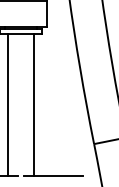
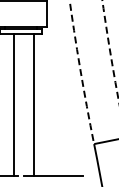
arc at (110, 52): solid -> dashed
arc at (80, 72): solid -> dashed
line at (8, 104) position: (8, 104) -> (14, 104)
